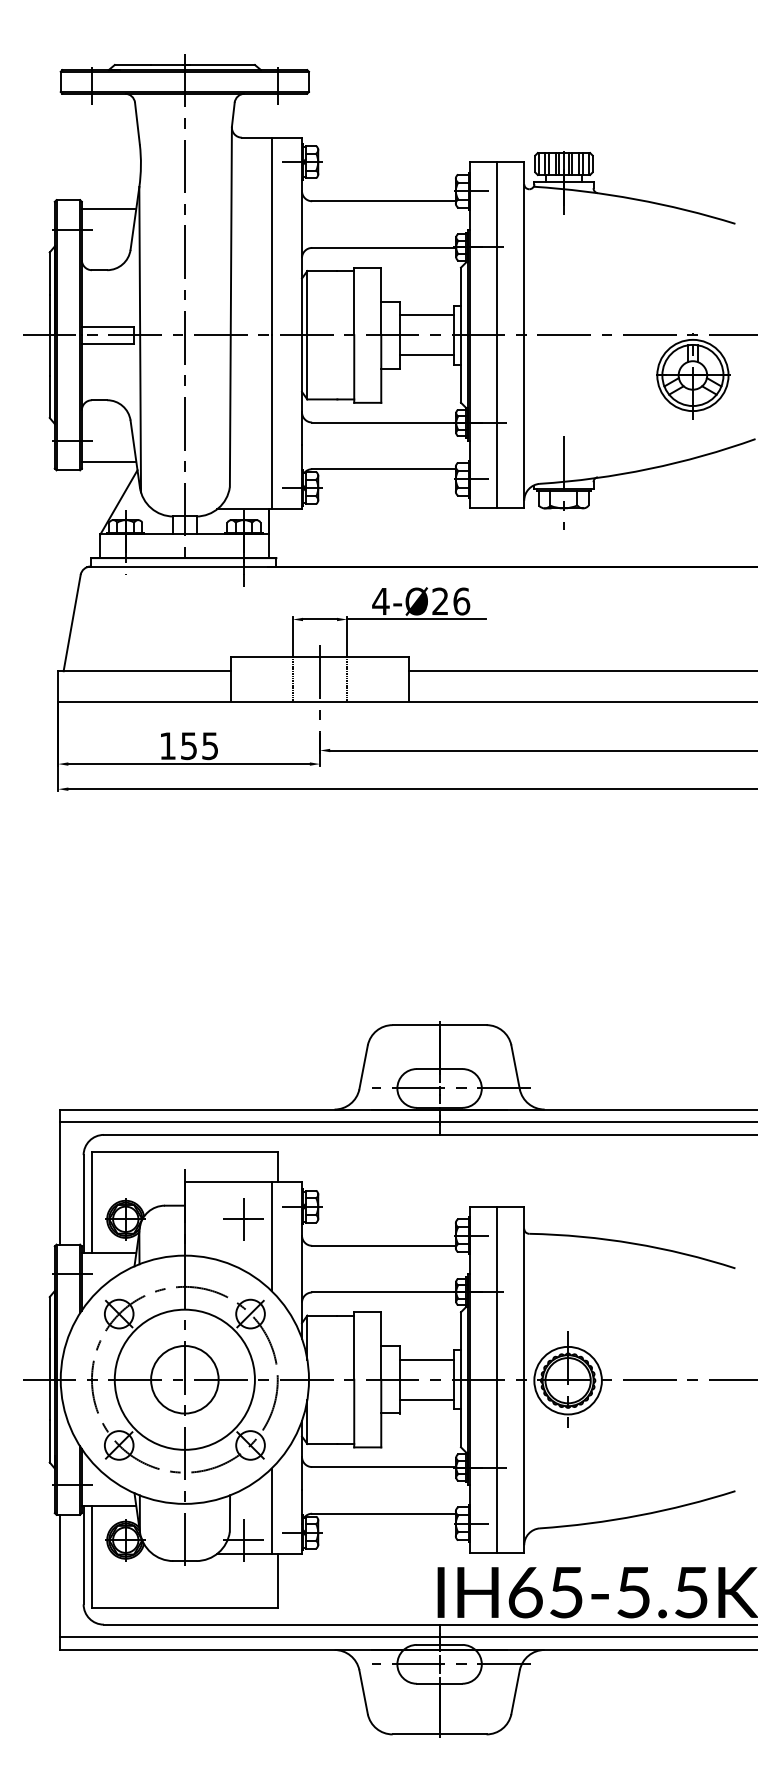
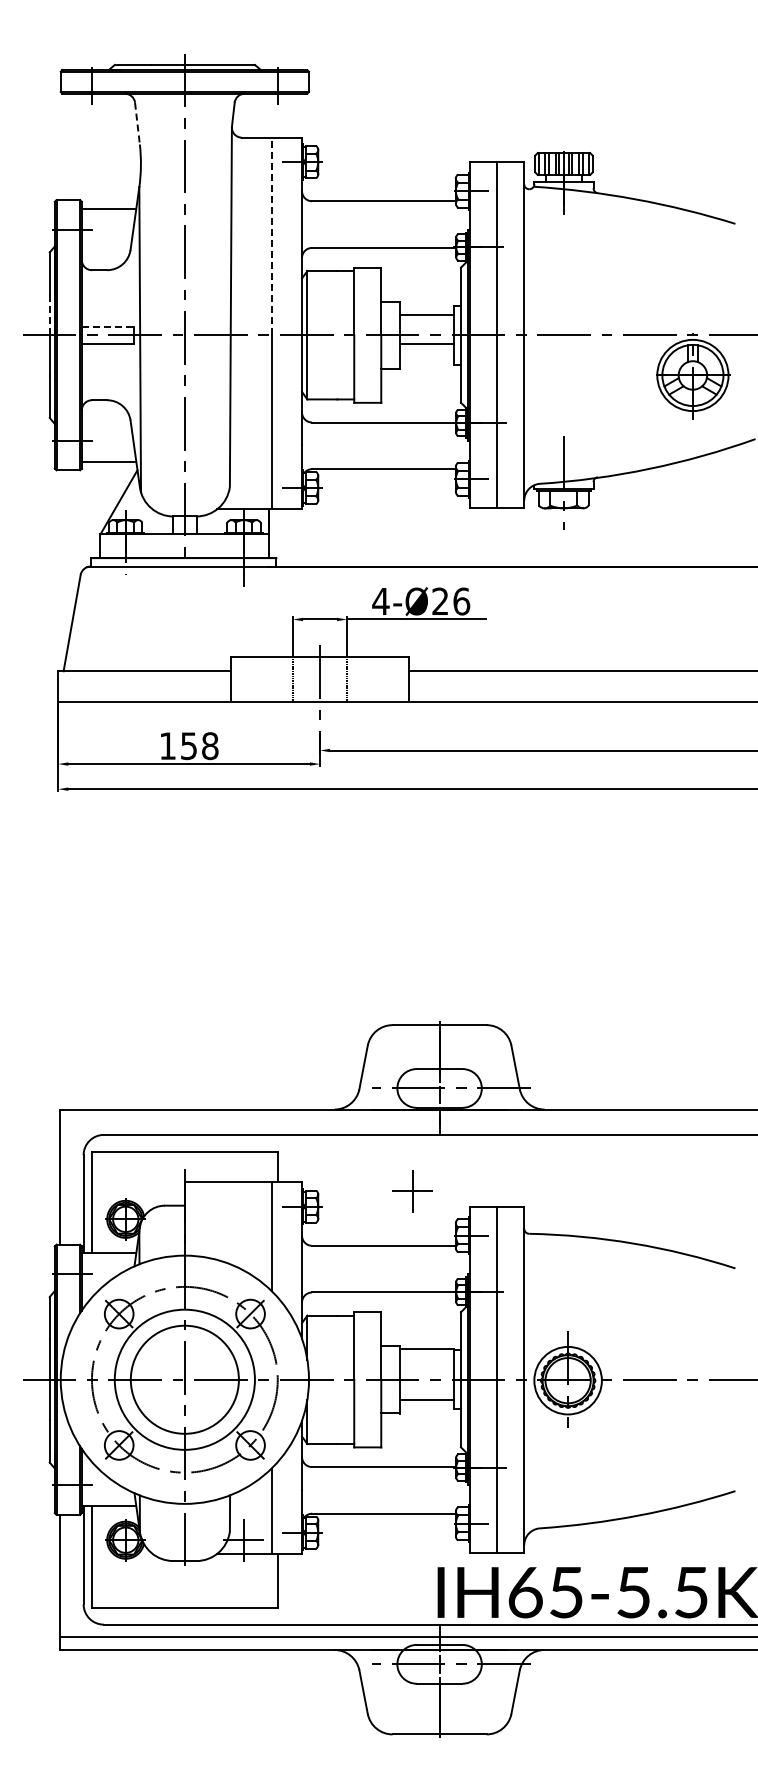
line at (137, 124): solid -> dashed
line at (271, 236): solid -> dashed
line at (49, 315): solid -> dashed
line at (108, 326): solid -> dashed
line at (427, 355) position: (427, 355) -> (427, 344)
text at (210, 746): 155 -> 158
line at (406, 1122): present -> none
part at (243, 1219) position: (243, 1219) -> (412, 1191)
line at (427, 1359) position: (427, 1359) -> (427, 1348)
circle at (184, 1379) diameter: 68 px -> 108 px
